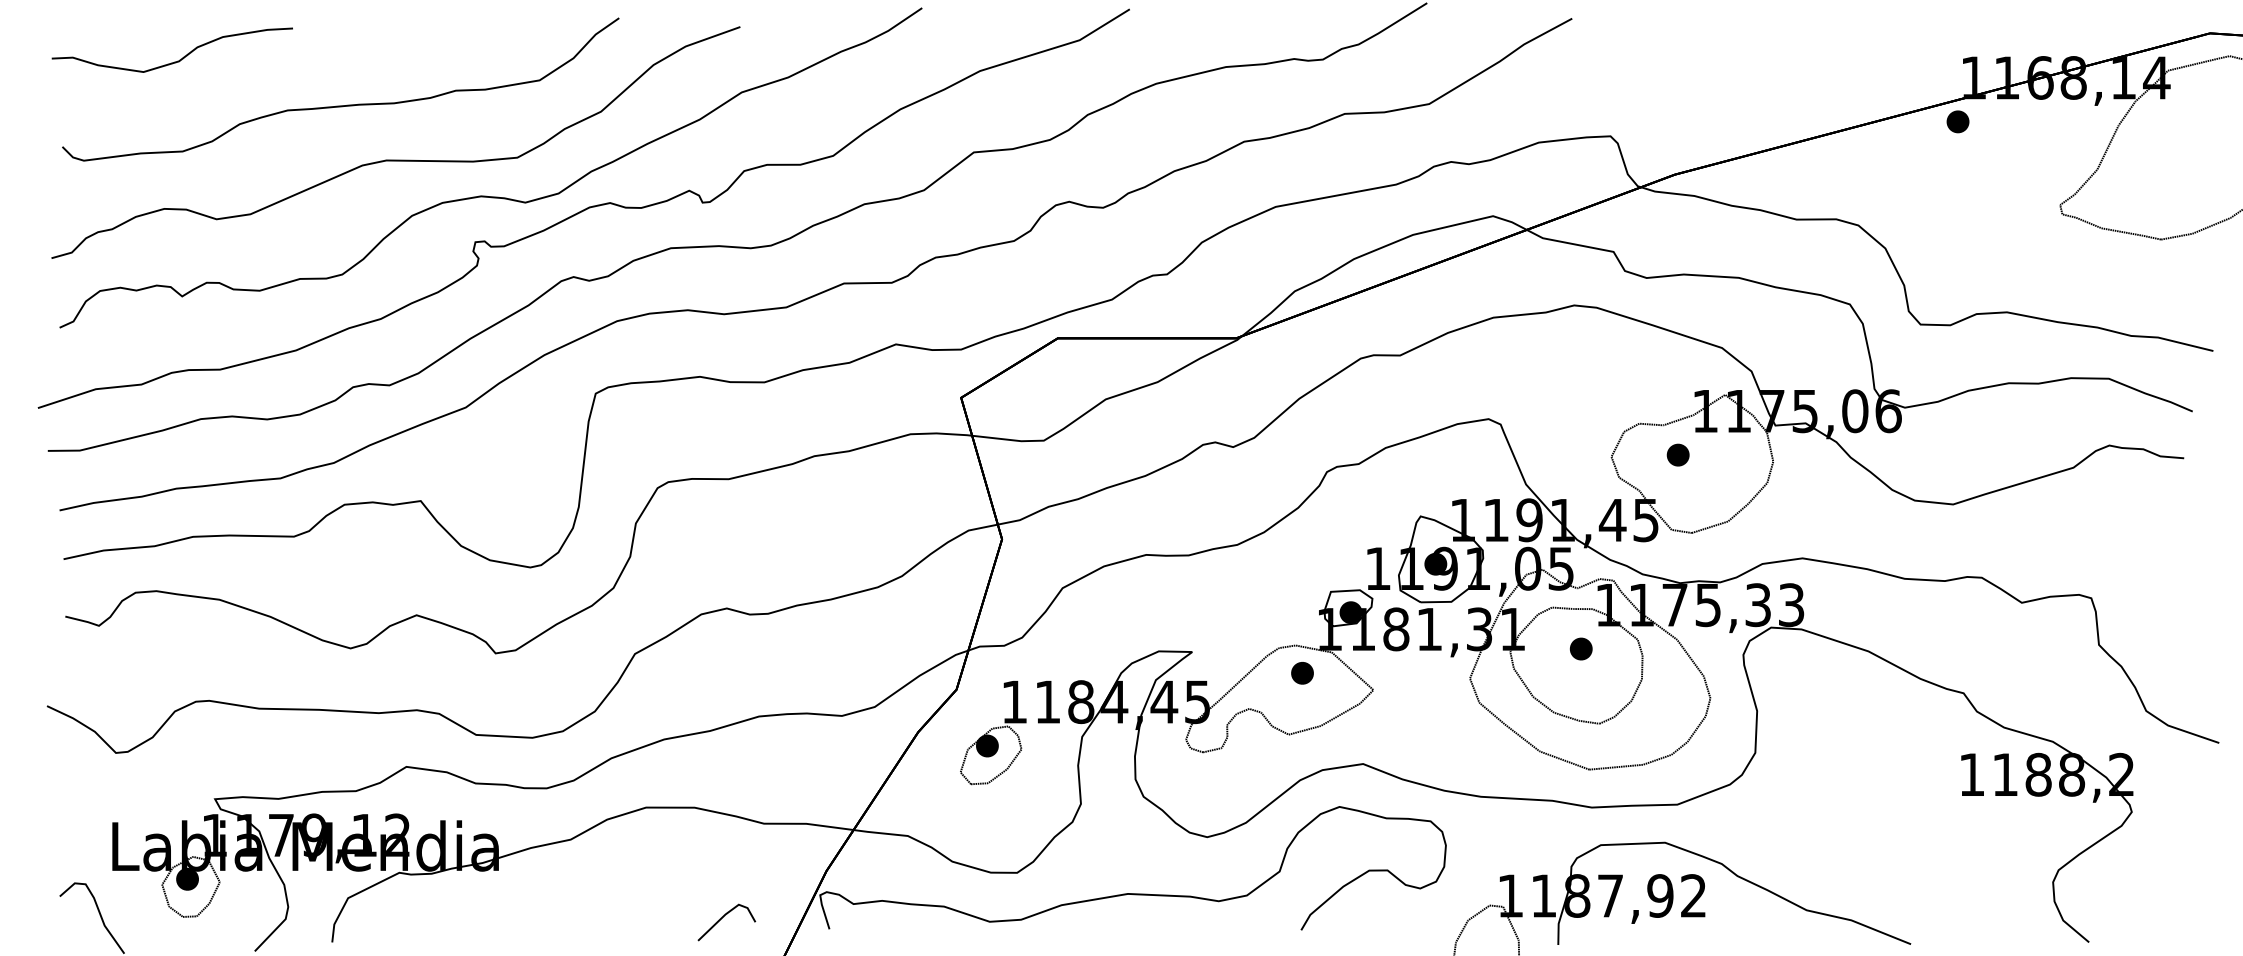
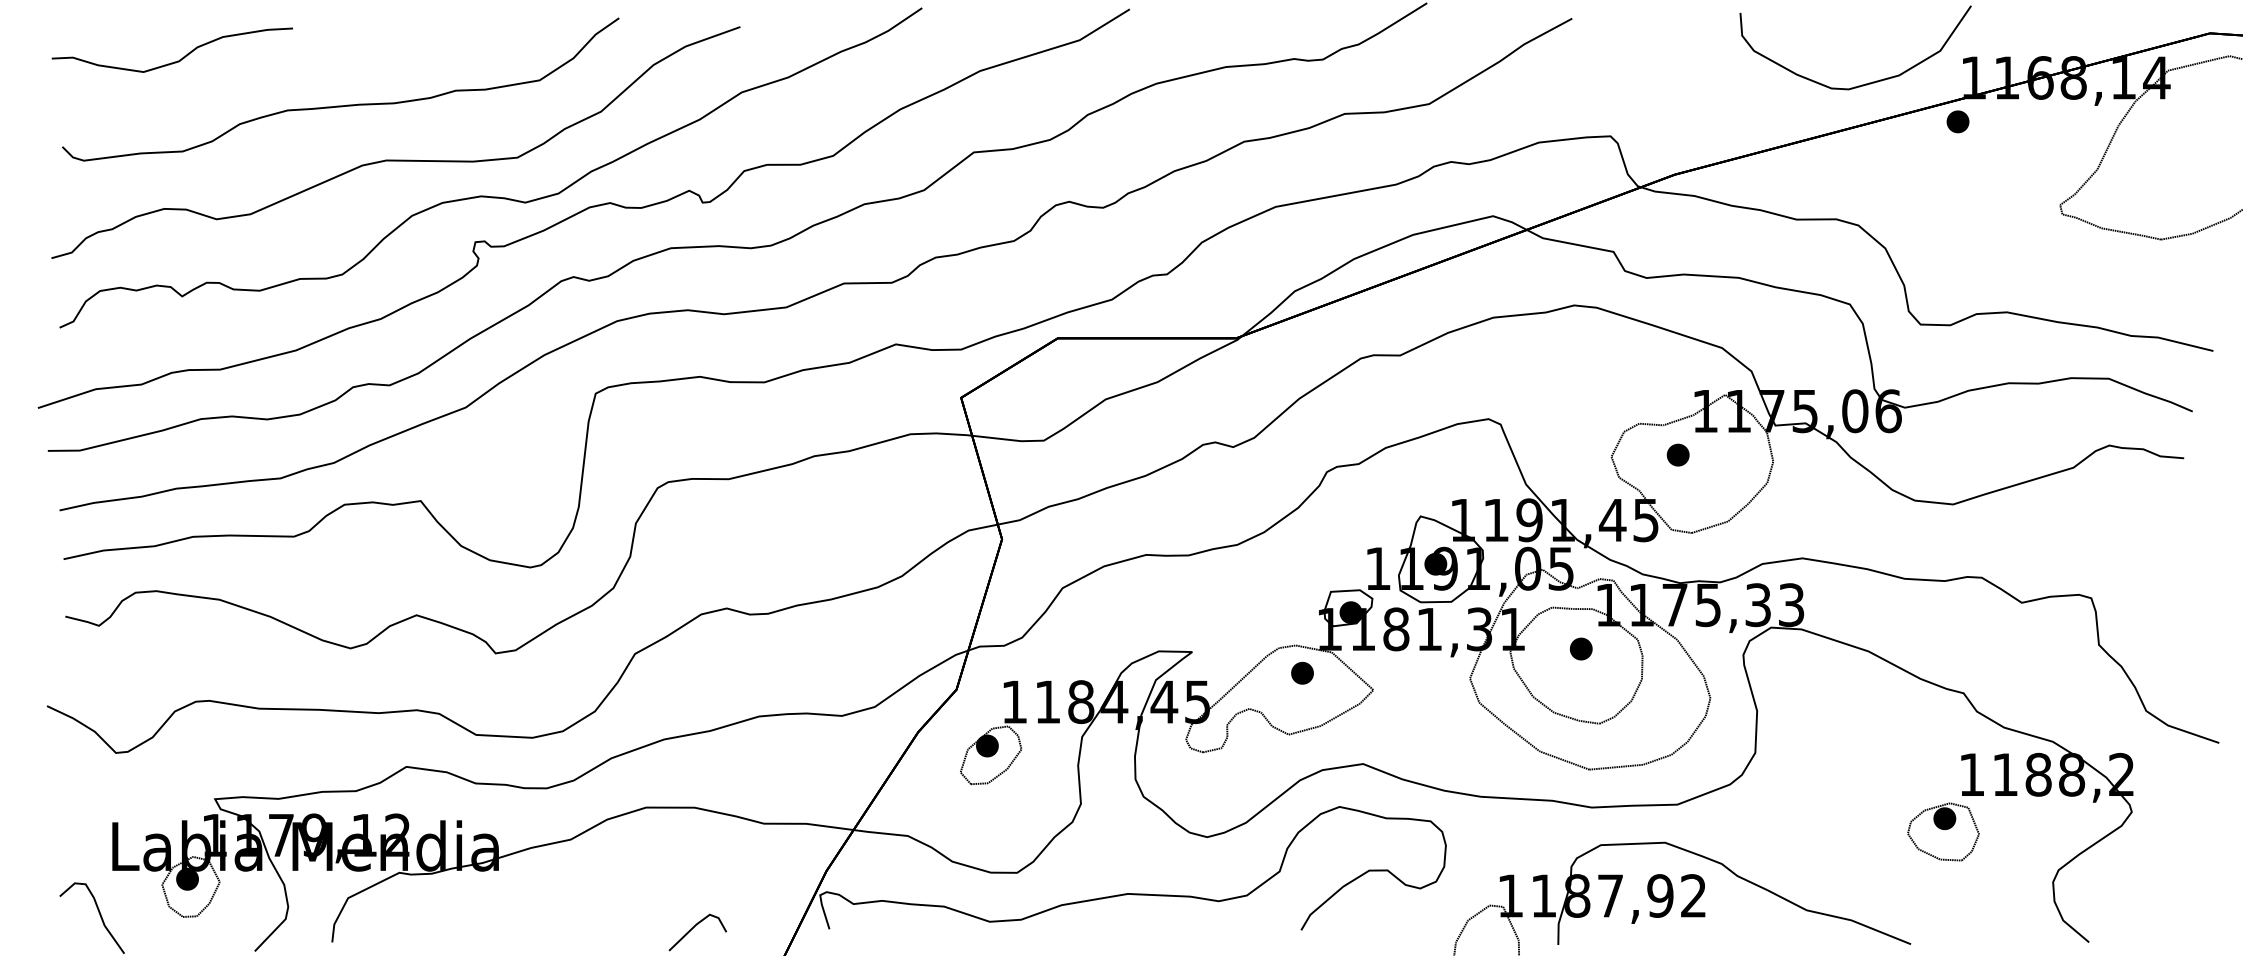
curve at (1865, 83): none -> present
part at (1943, 831): none -> present
line at (722, 918) position: (722, 918) -> (693, 928)
